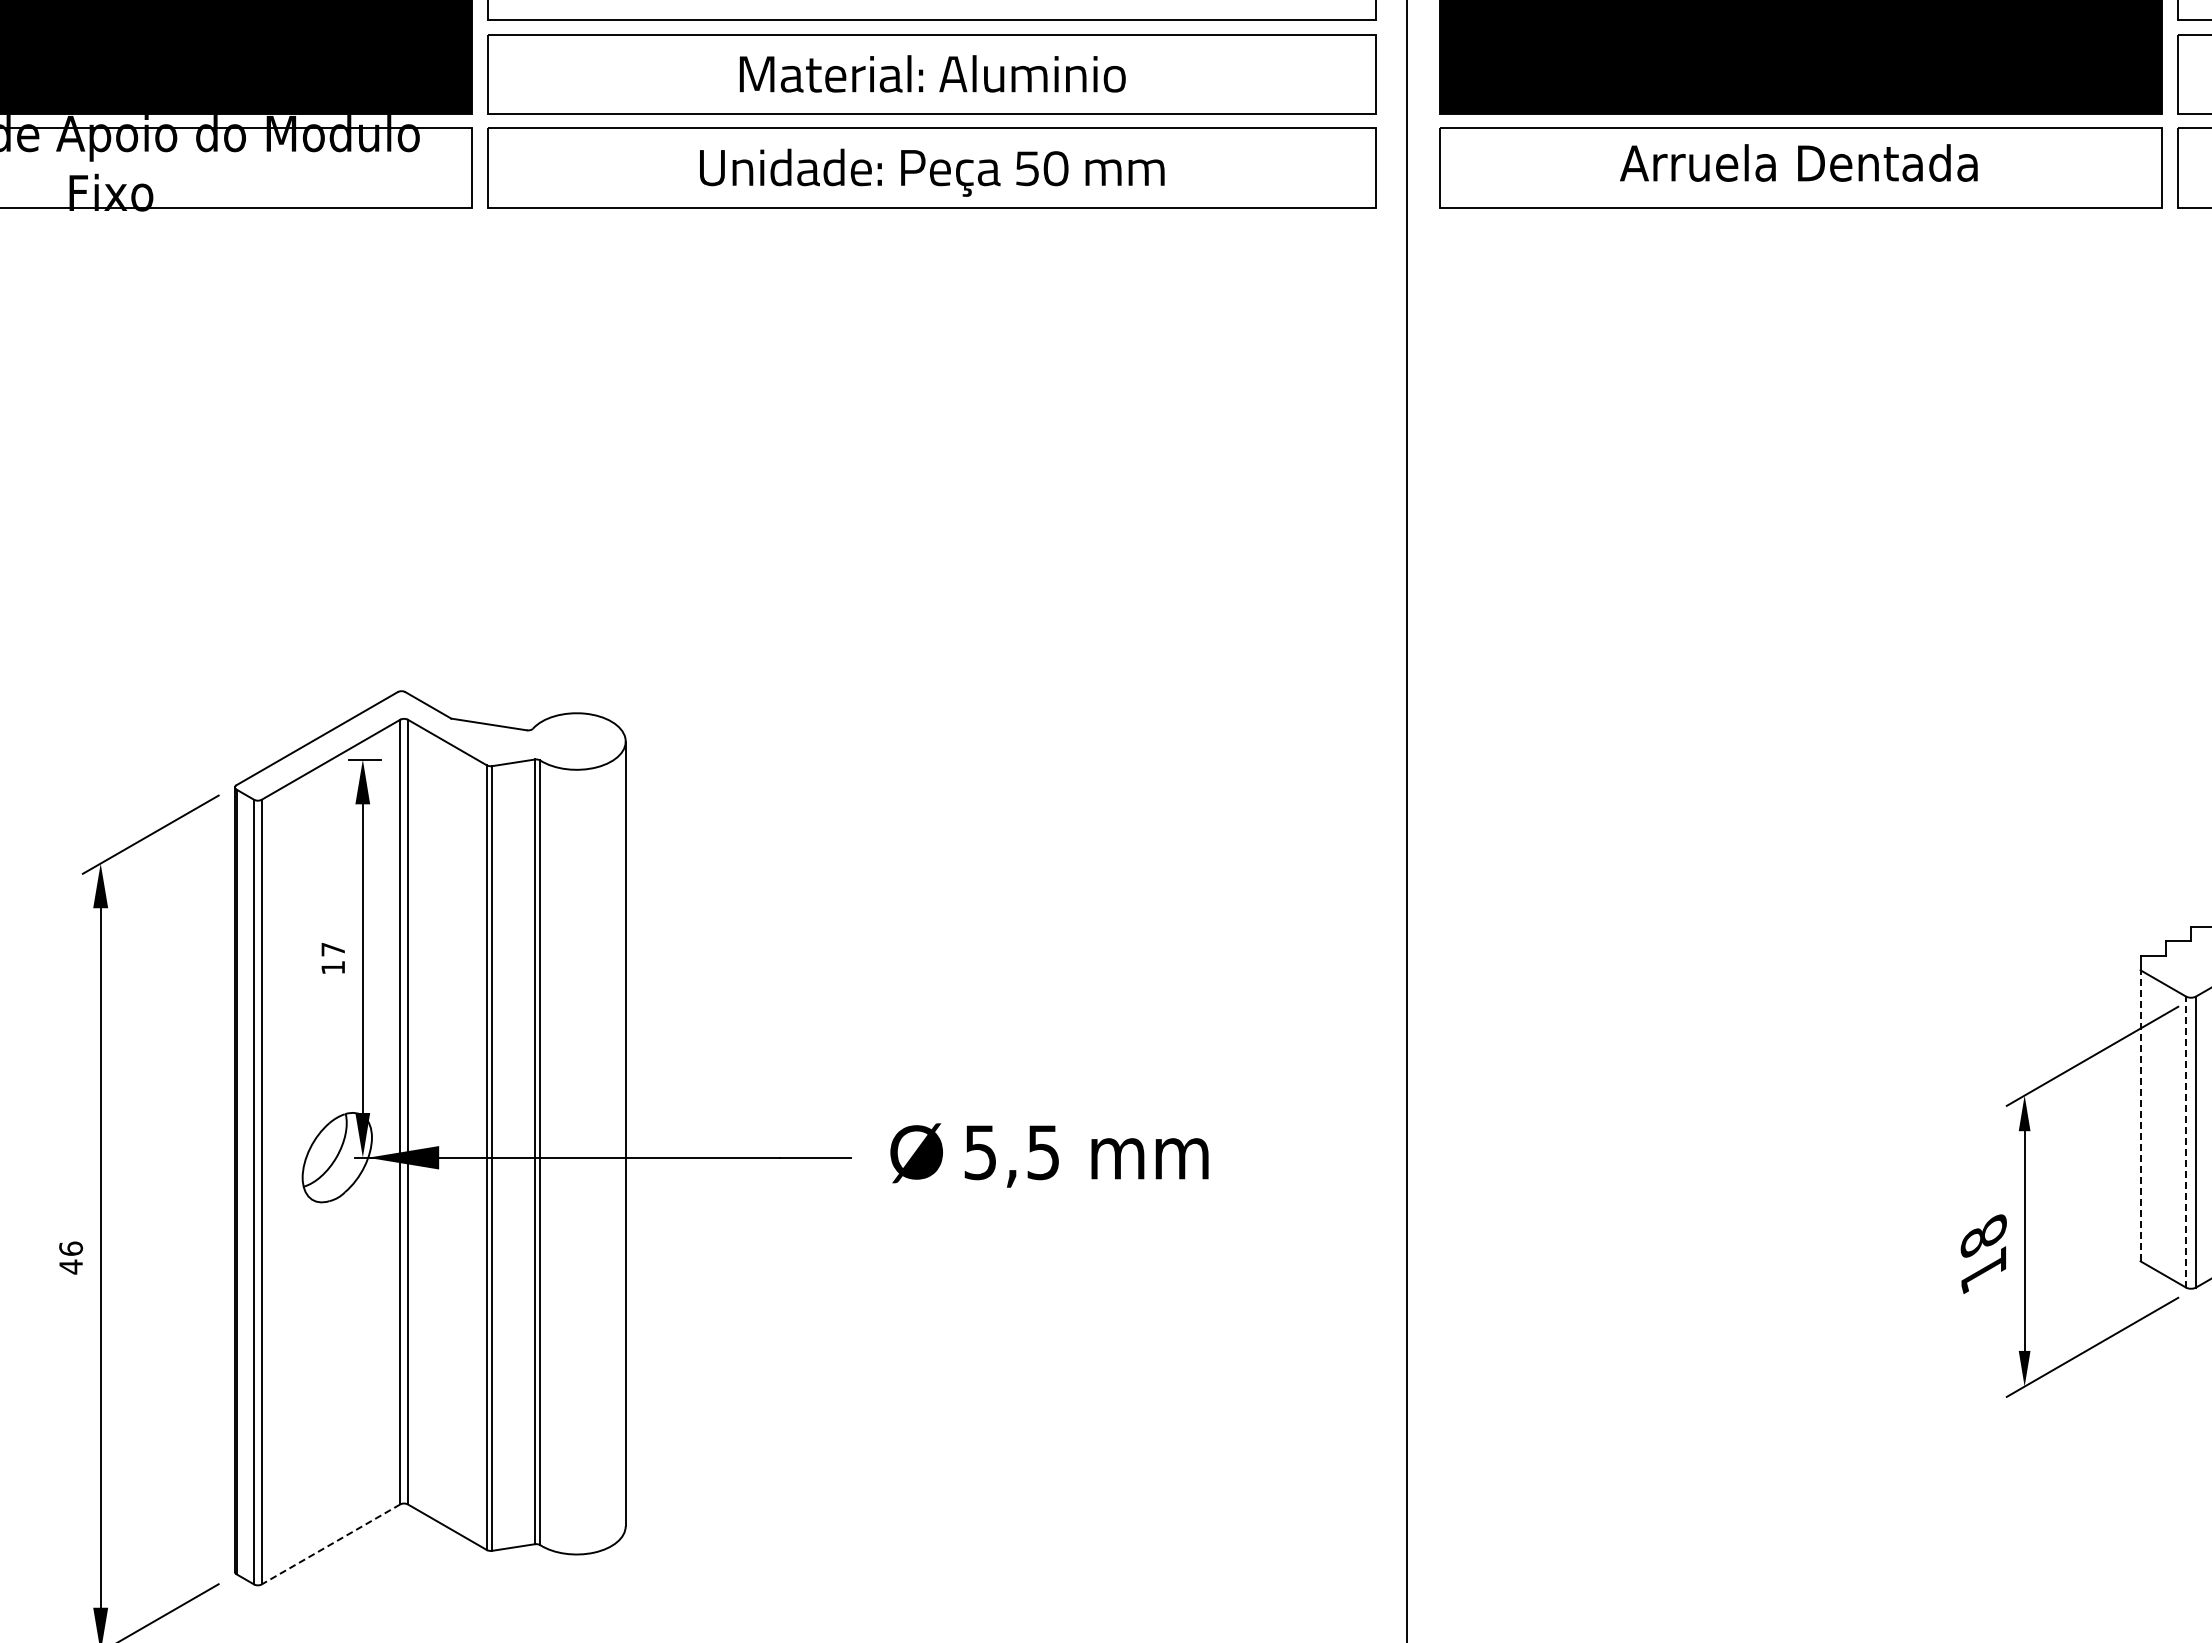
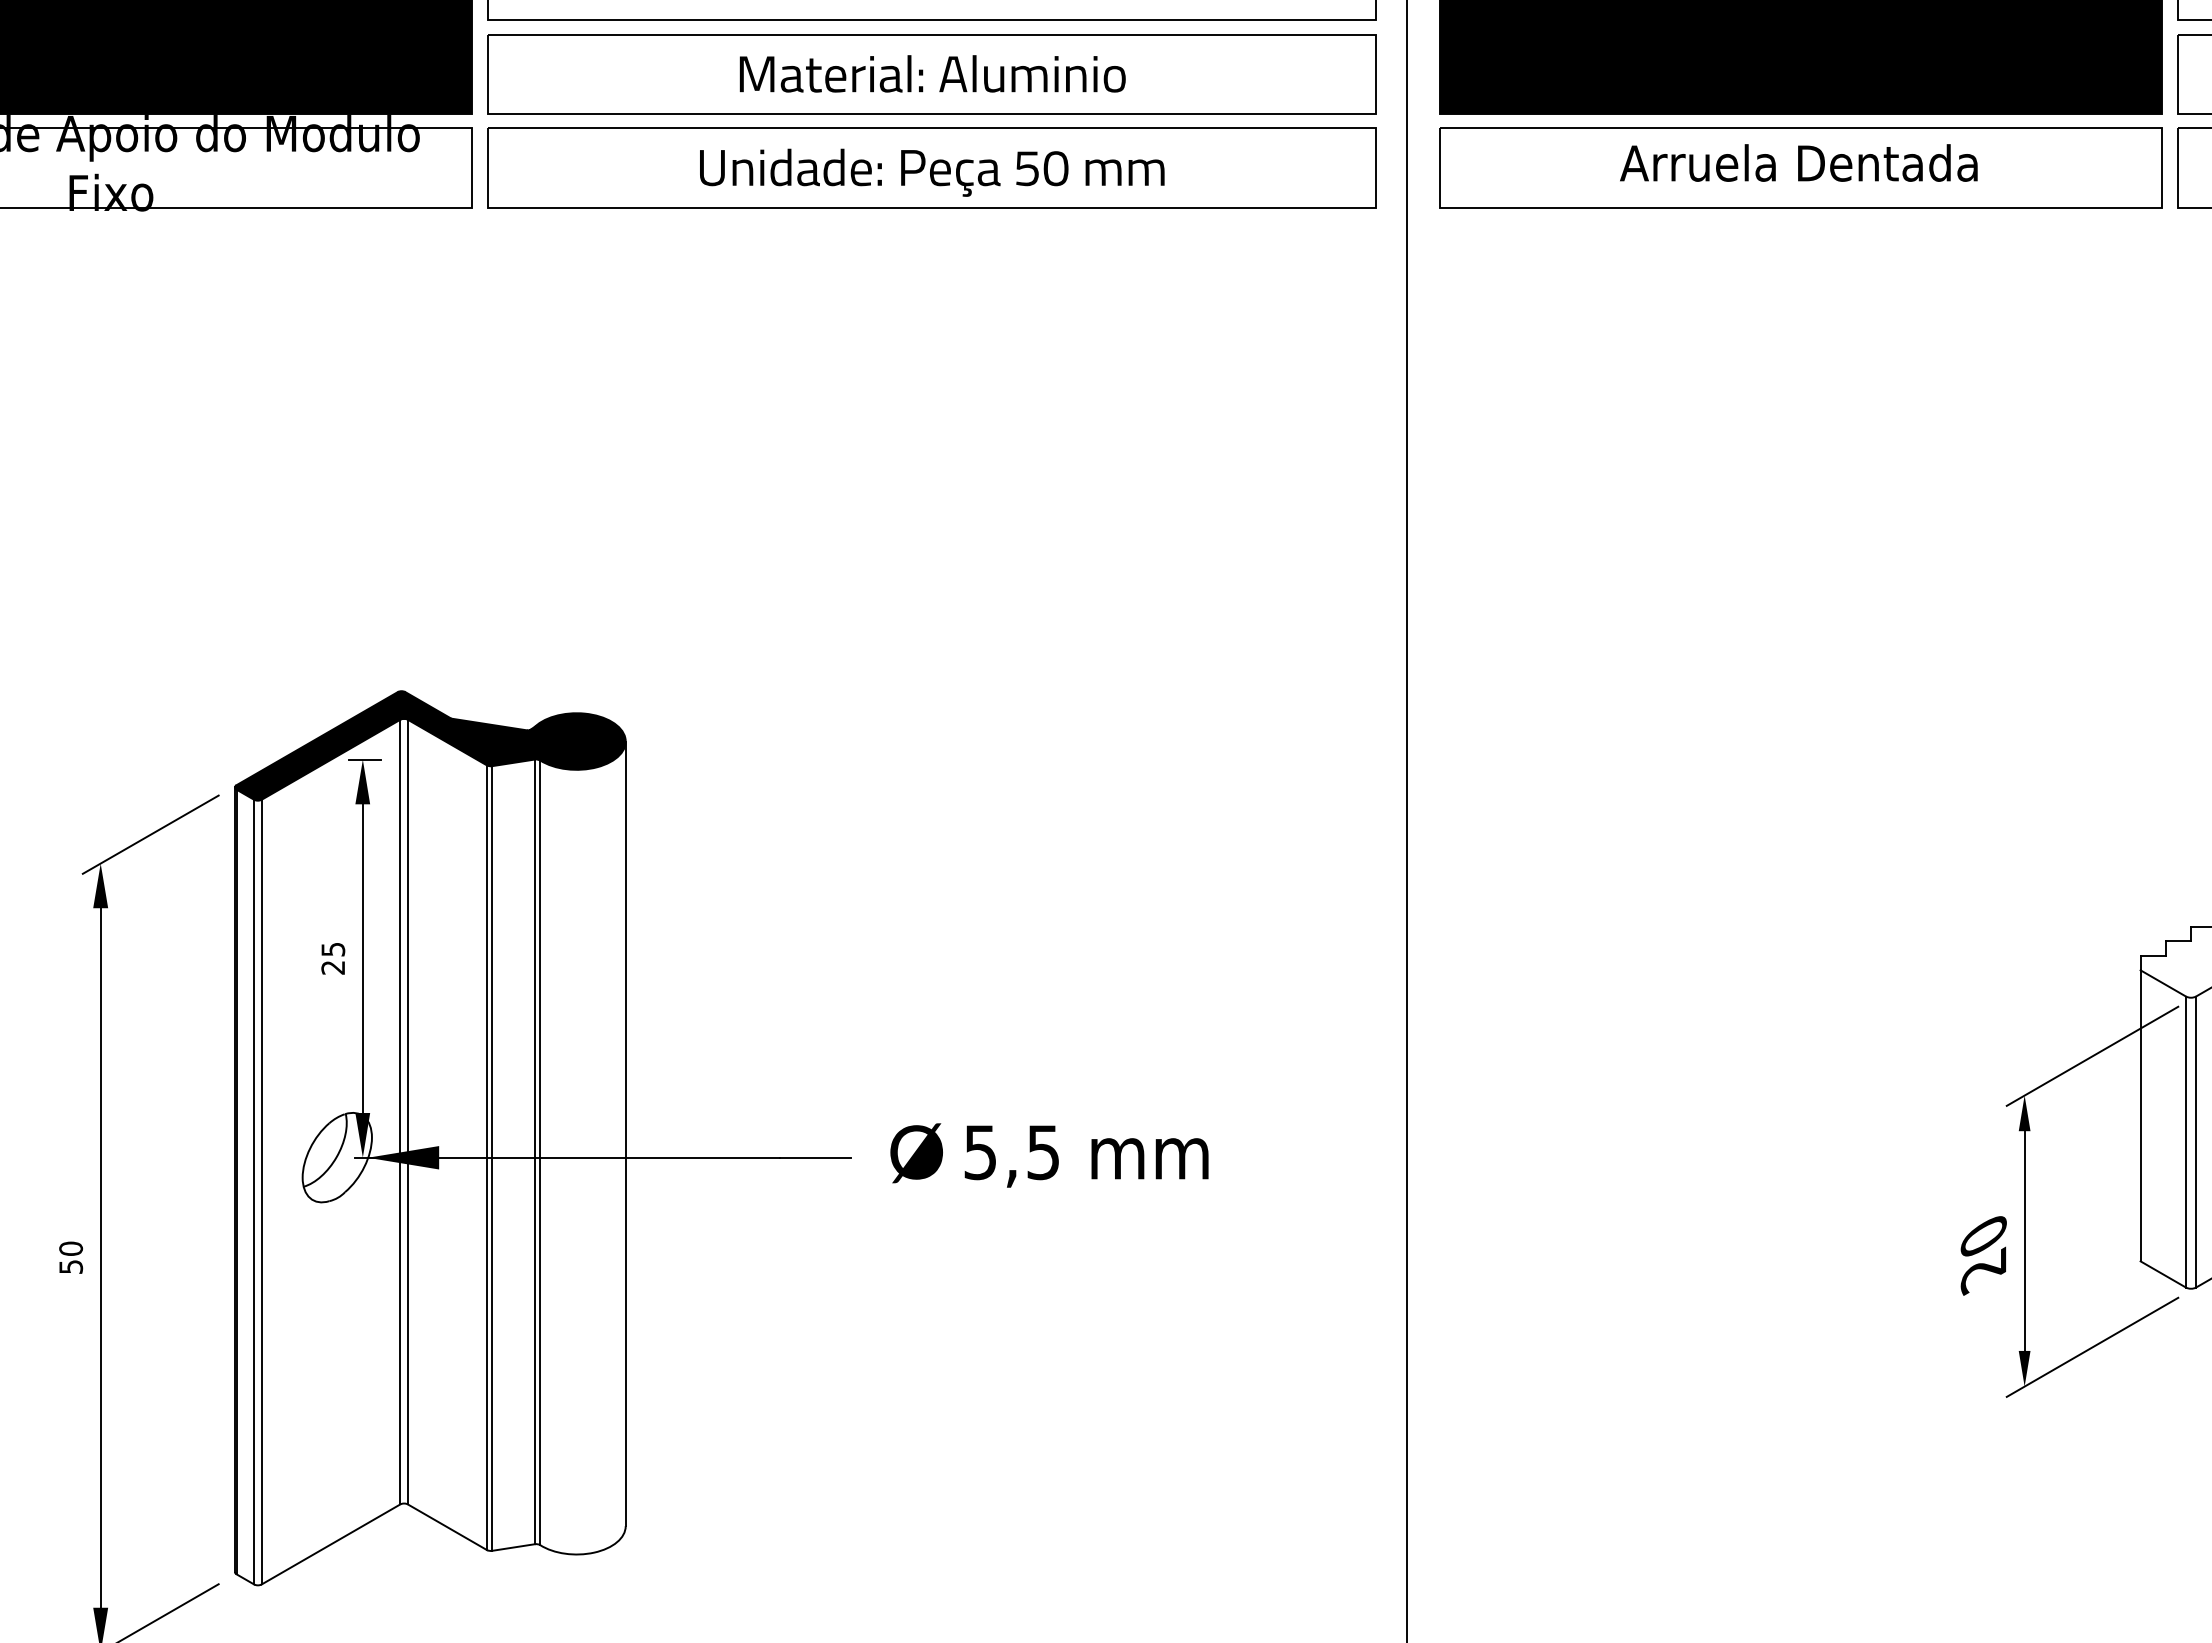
fill at (429, 745): none -> present
text at (333, 958): 17 -> 25
line at (2140, 1115): dashed -> solid
line at (2186, 1142): dashed -> solid
text at (1983, 1254): 18 -> 20
text at (71, 1257): 46 -> 50
line at (330, 1544): dashed -> solid
